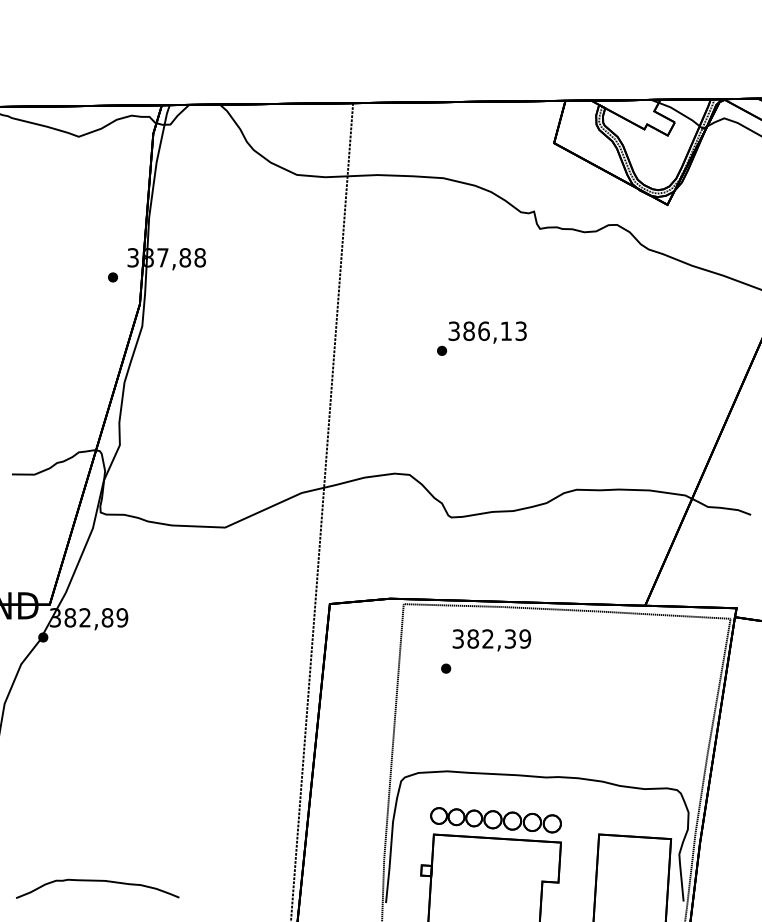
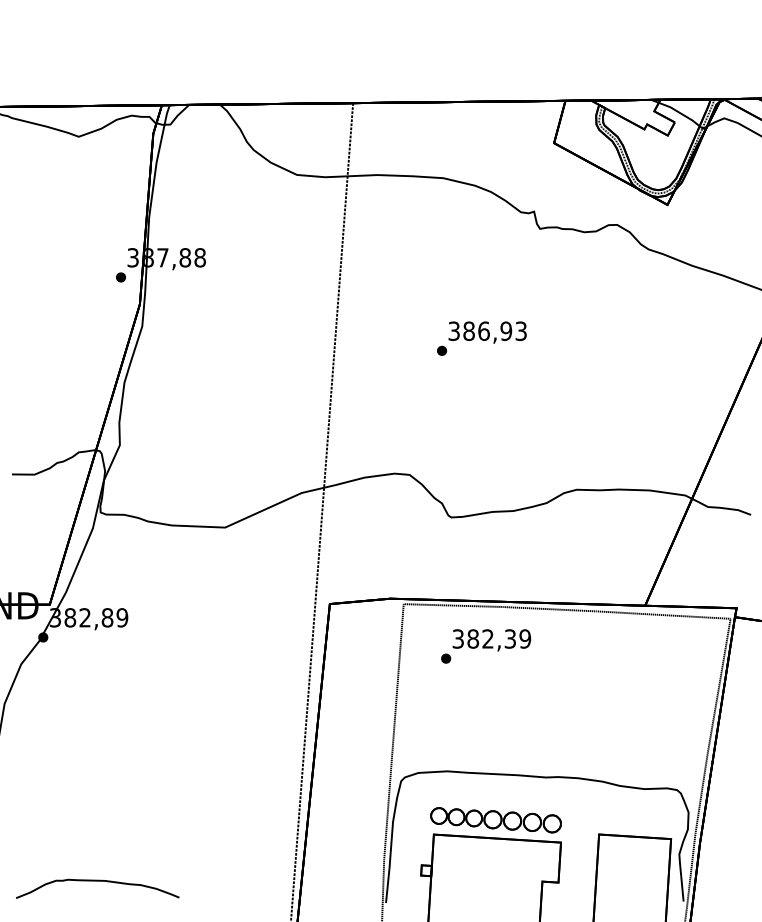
part at (112, 277) position: (112, 277) -> (120, 277)
text at (506, 330): 386,13 -> 386,93
part at (446, 668) position: (446, 668) -> (446, 658)
